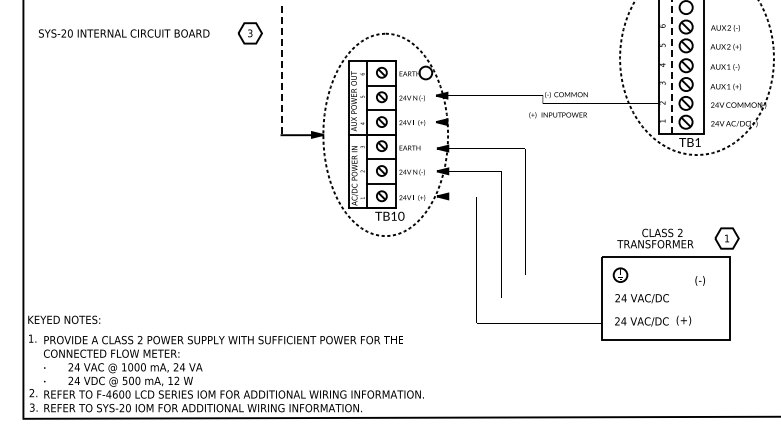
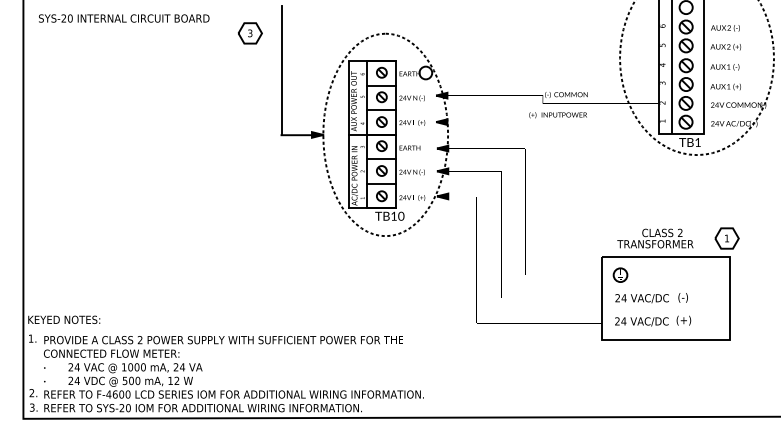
text at (124, 33) position: (124, 33) -> (124, 18)
line at (672, 66): dashed -> solid
line at (281, 70): dashed -> solid
text at (699, 280) position: (699, 280) -> (682, 297)
